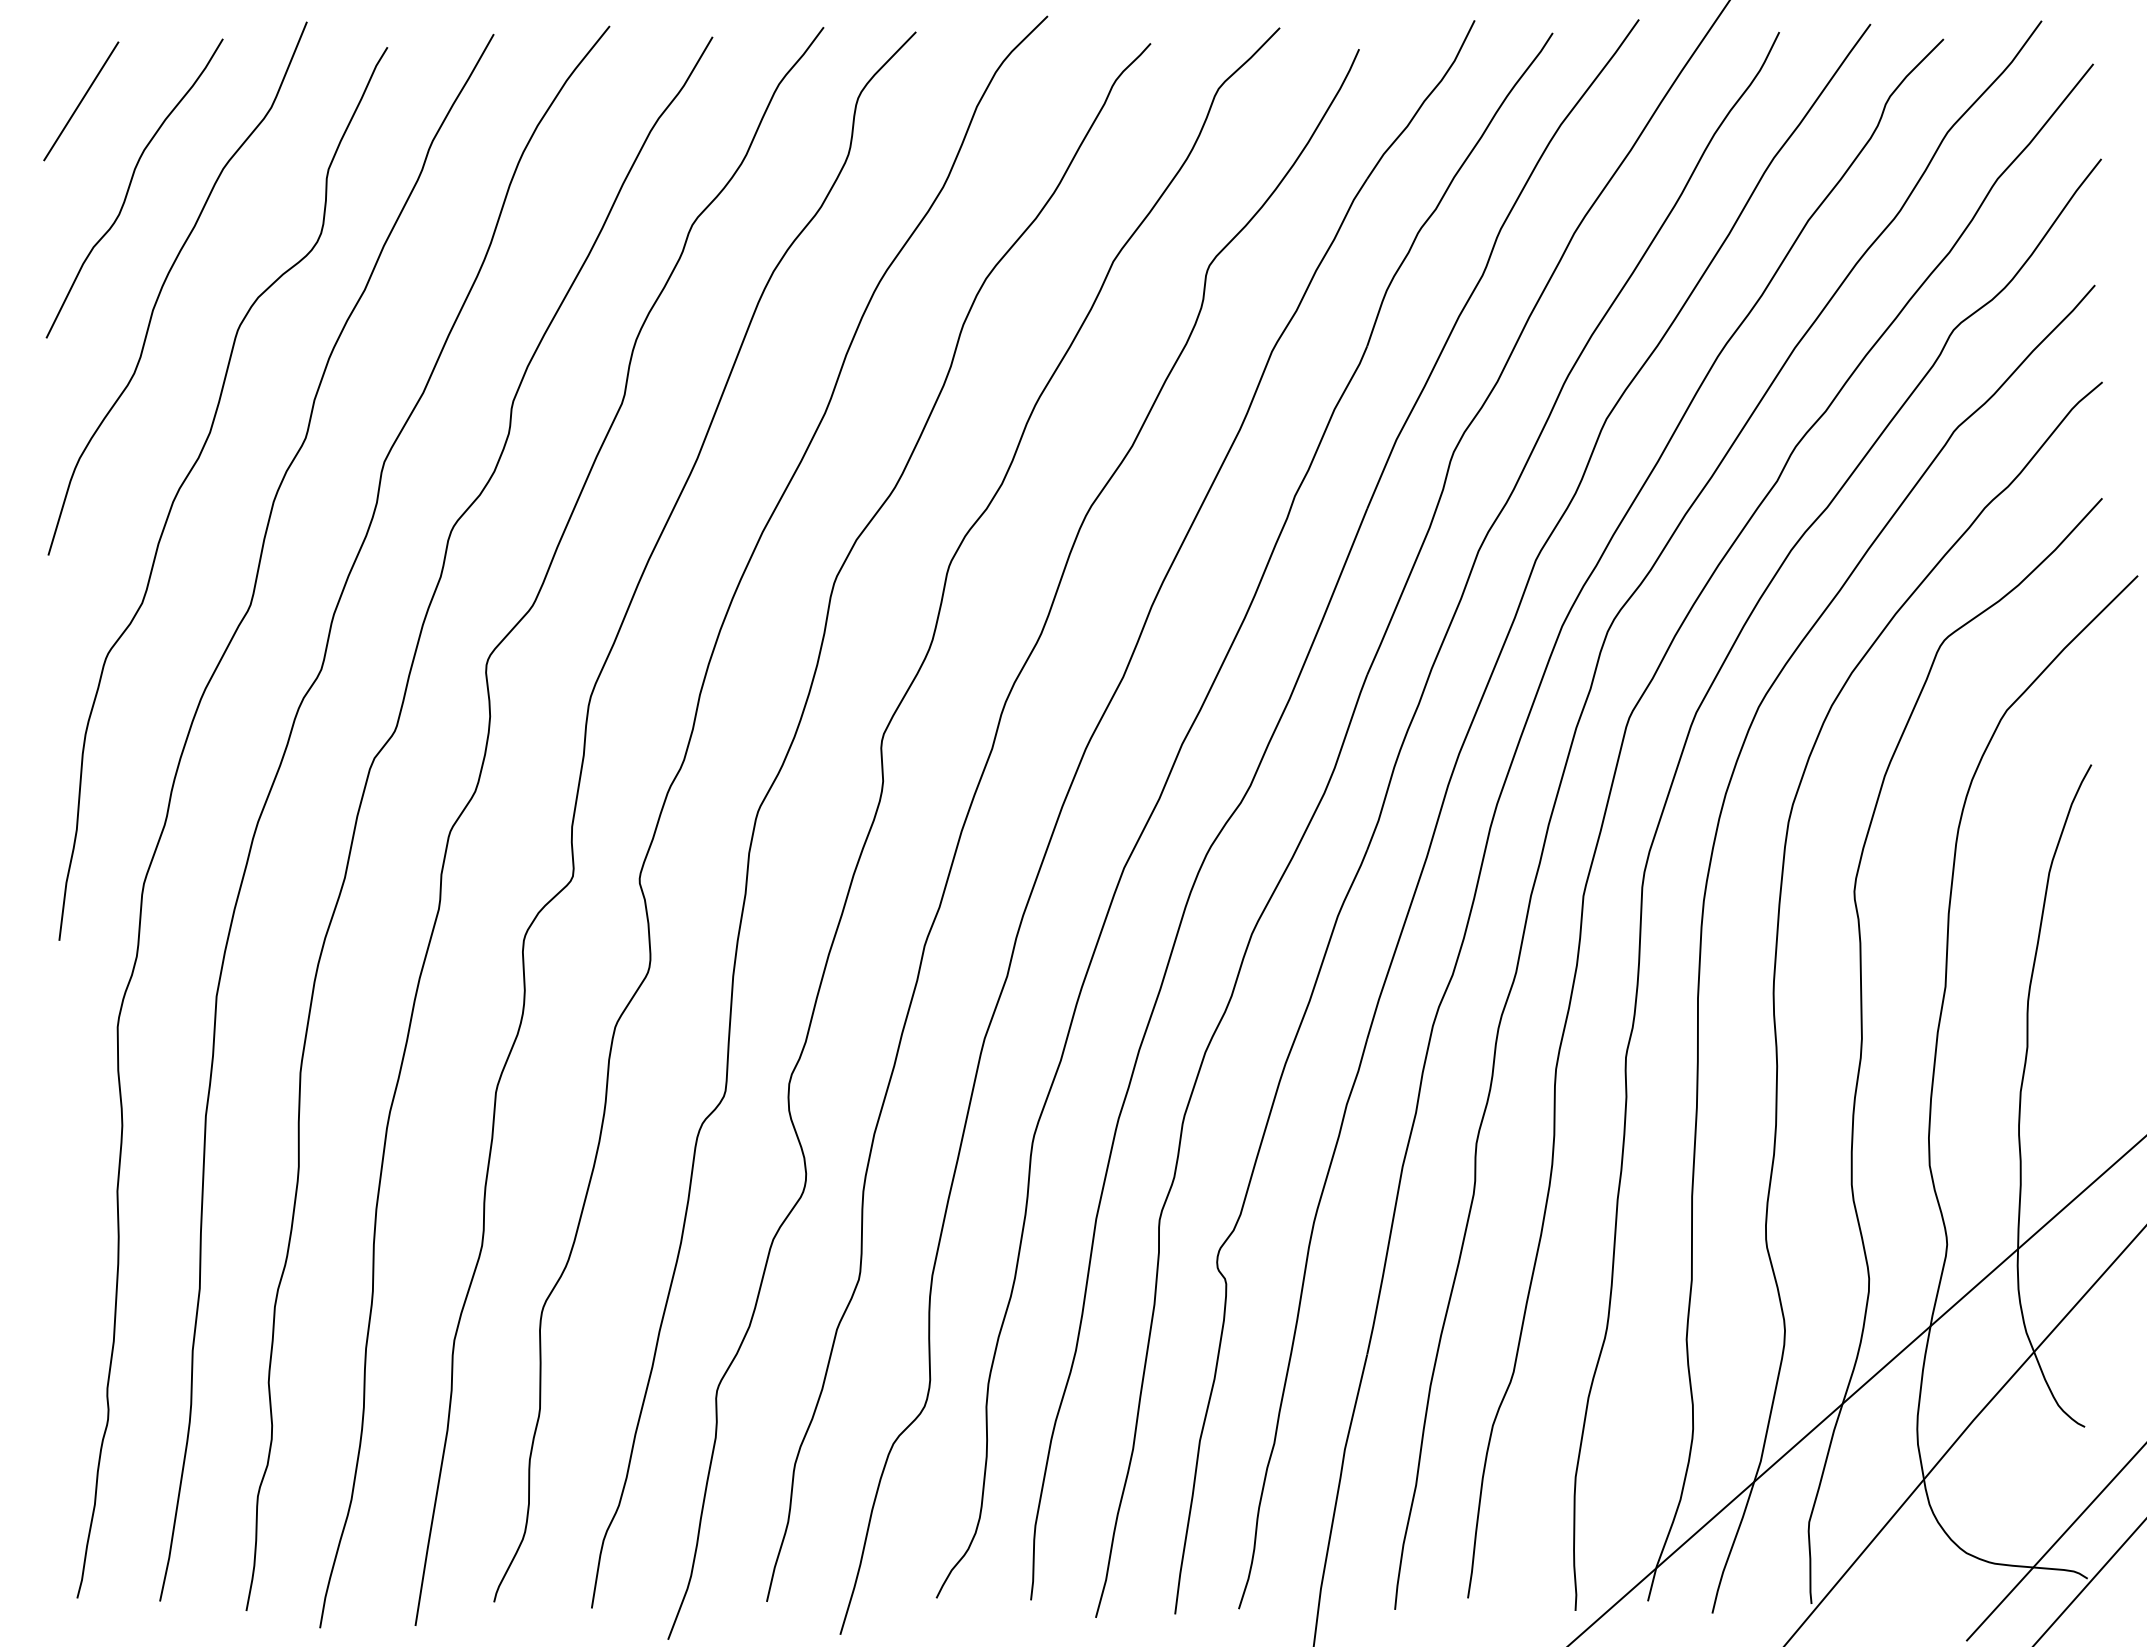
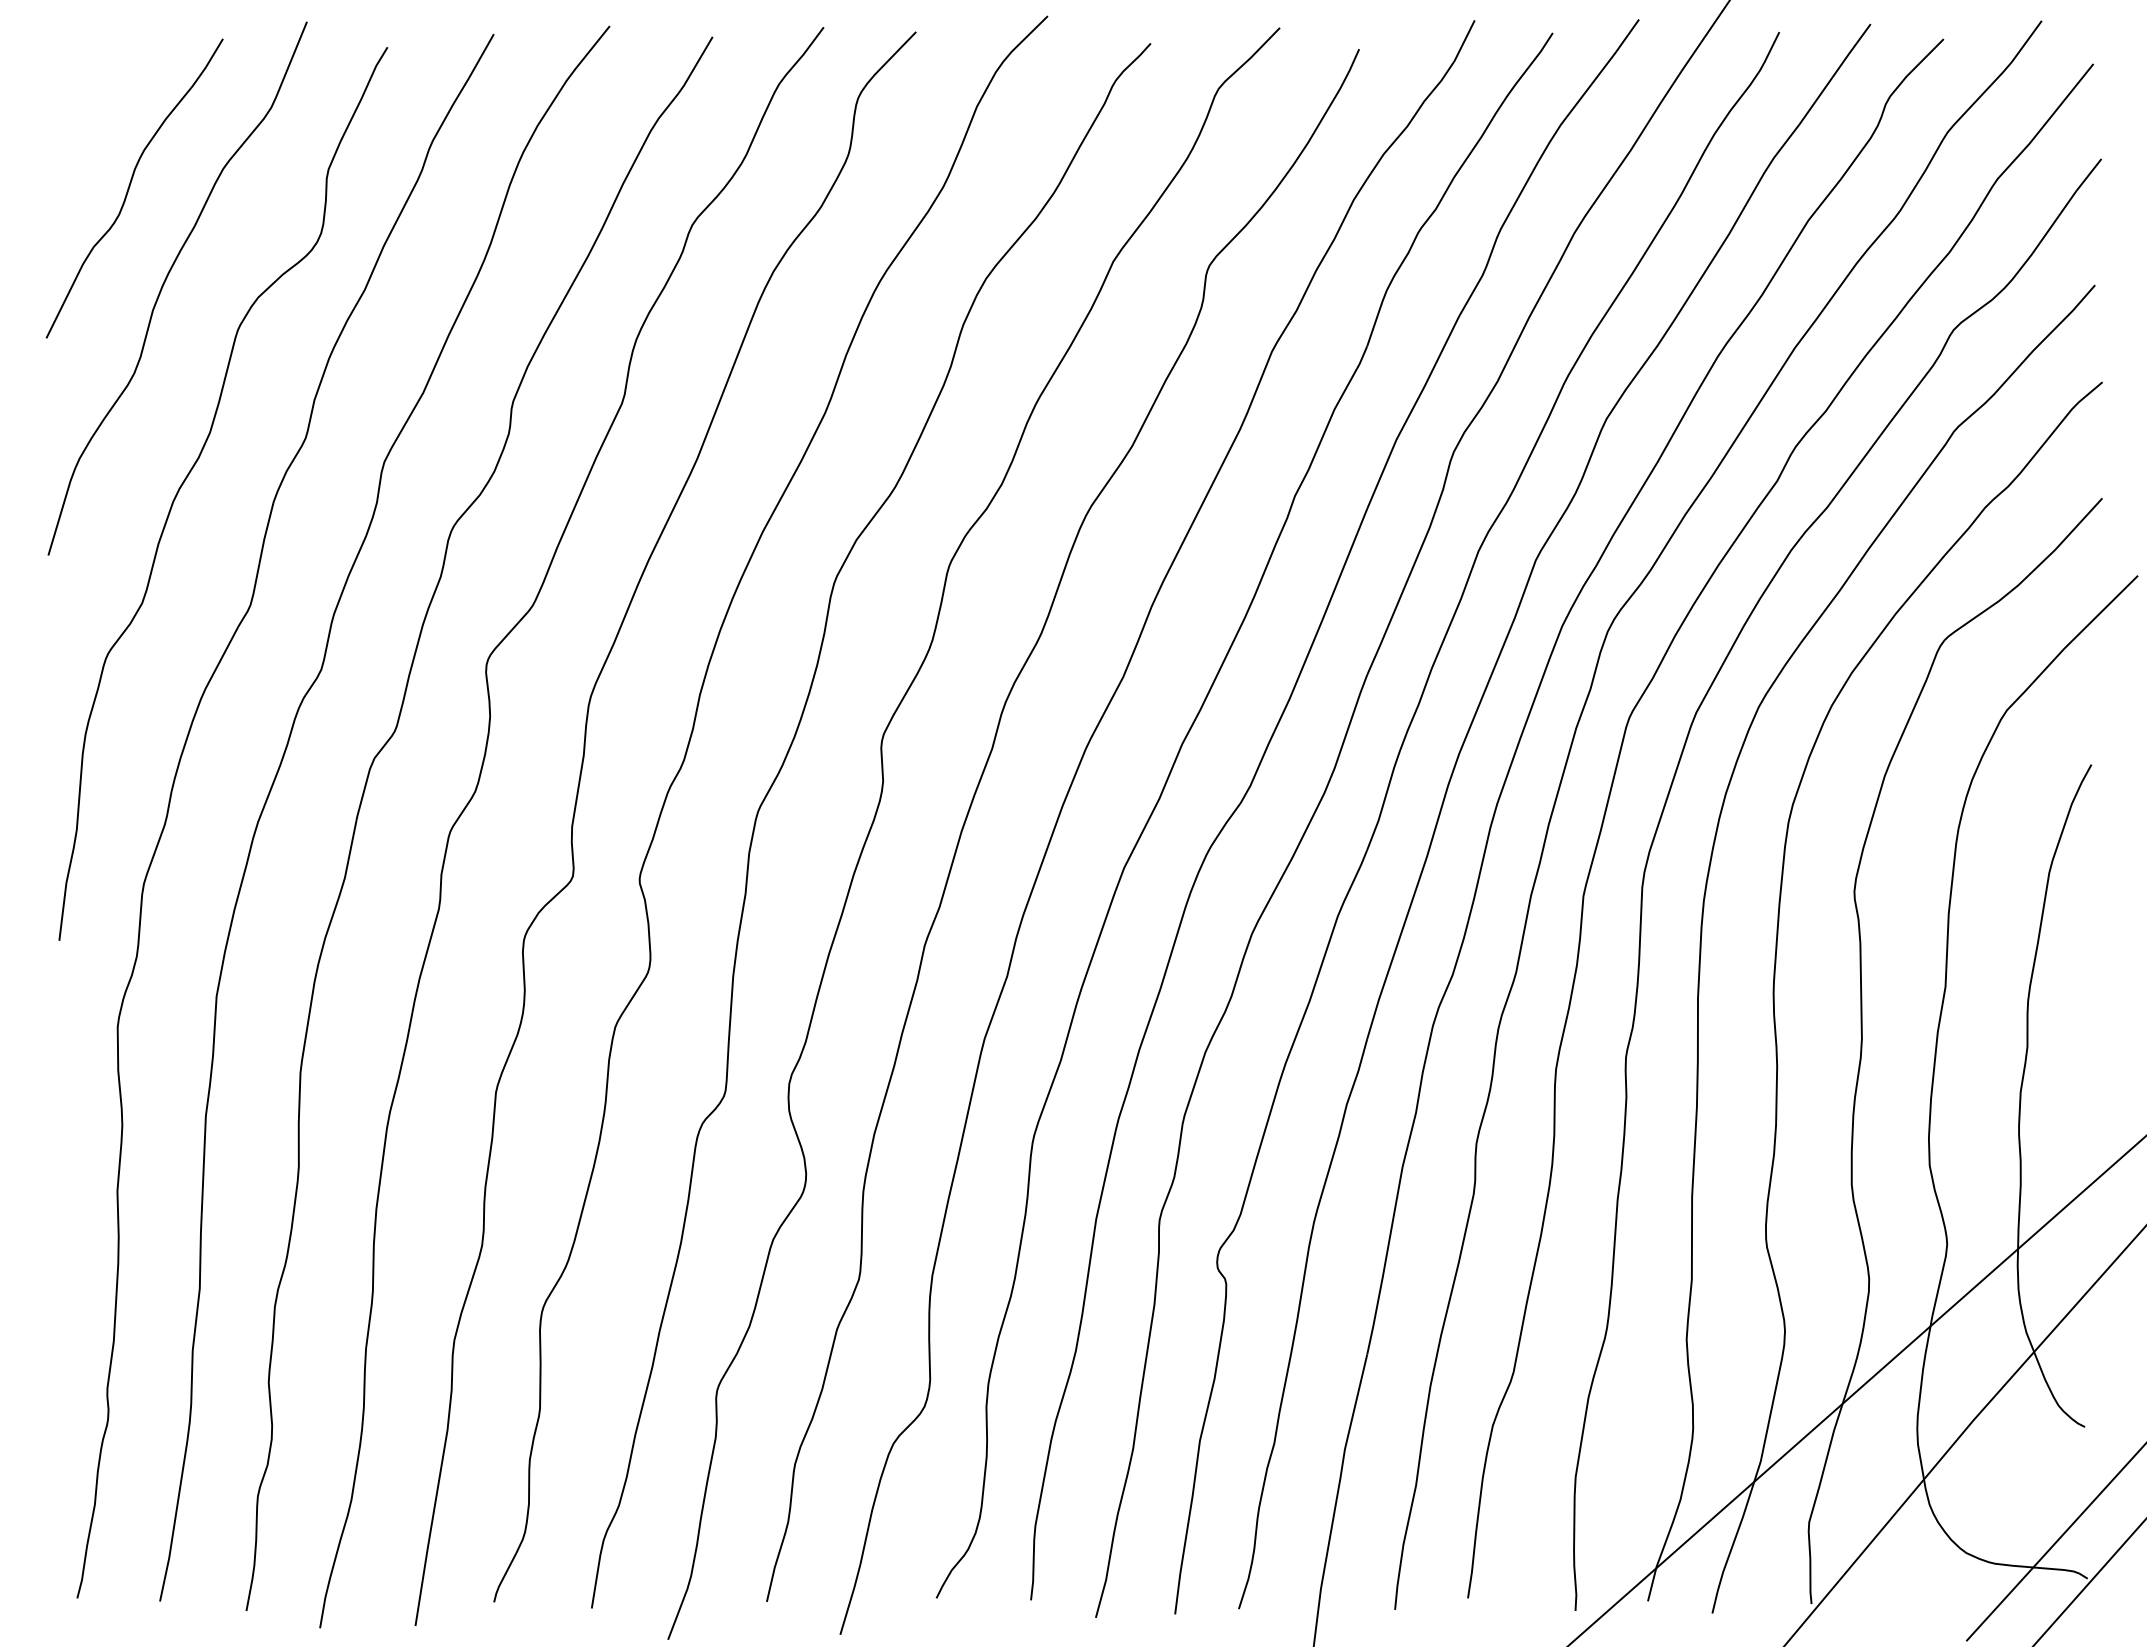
line at (81, 101): present -> none
